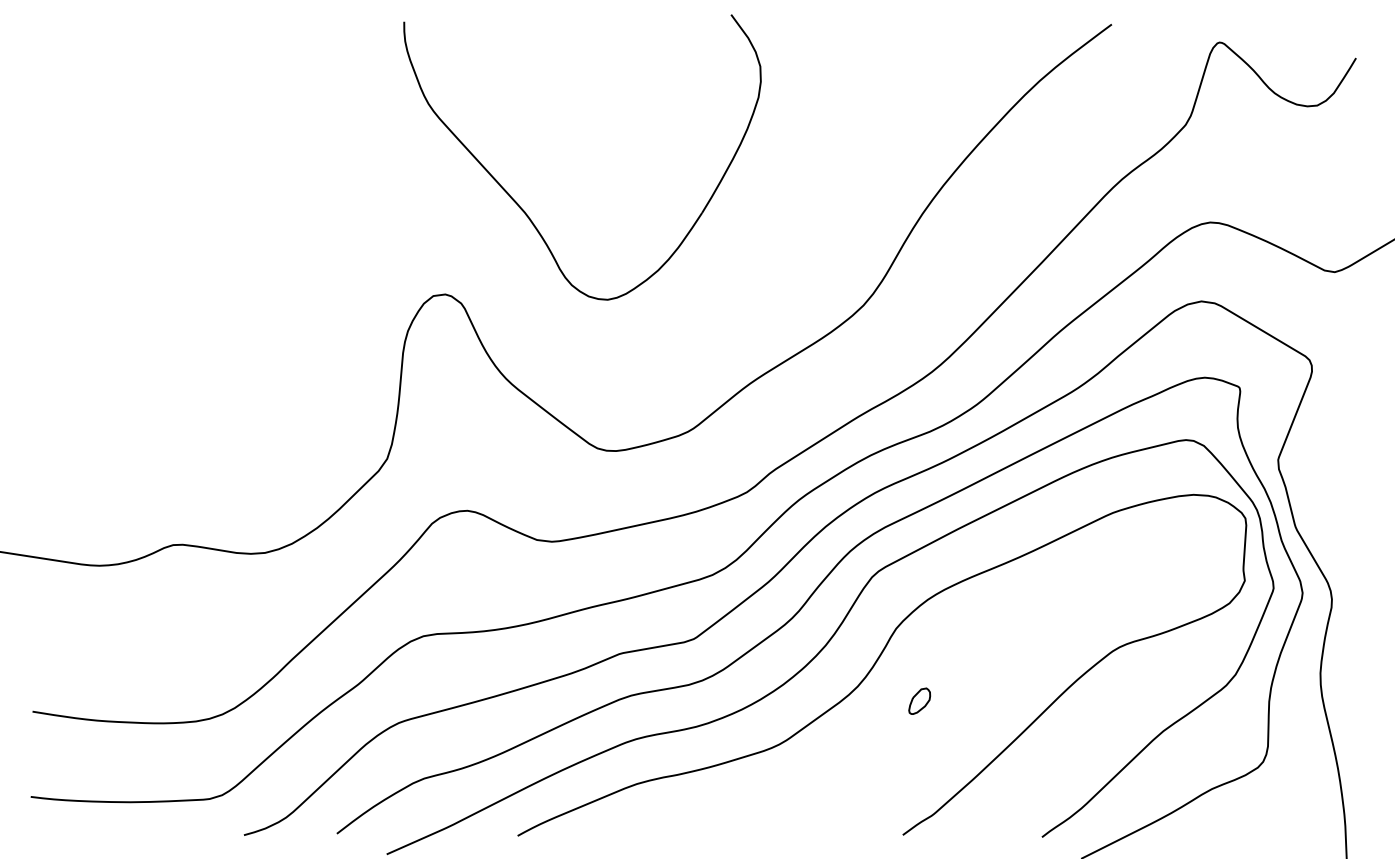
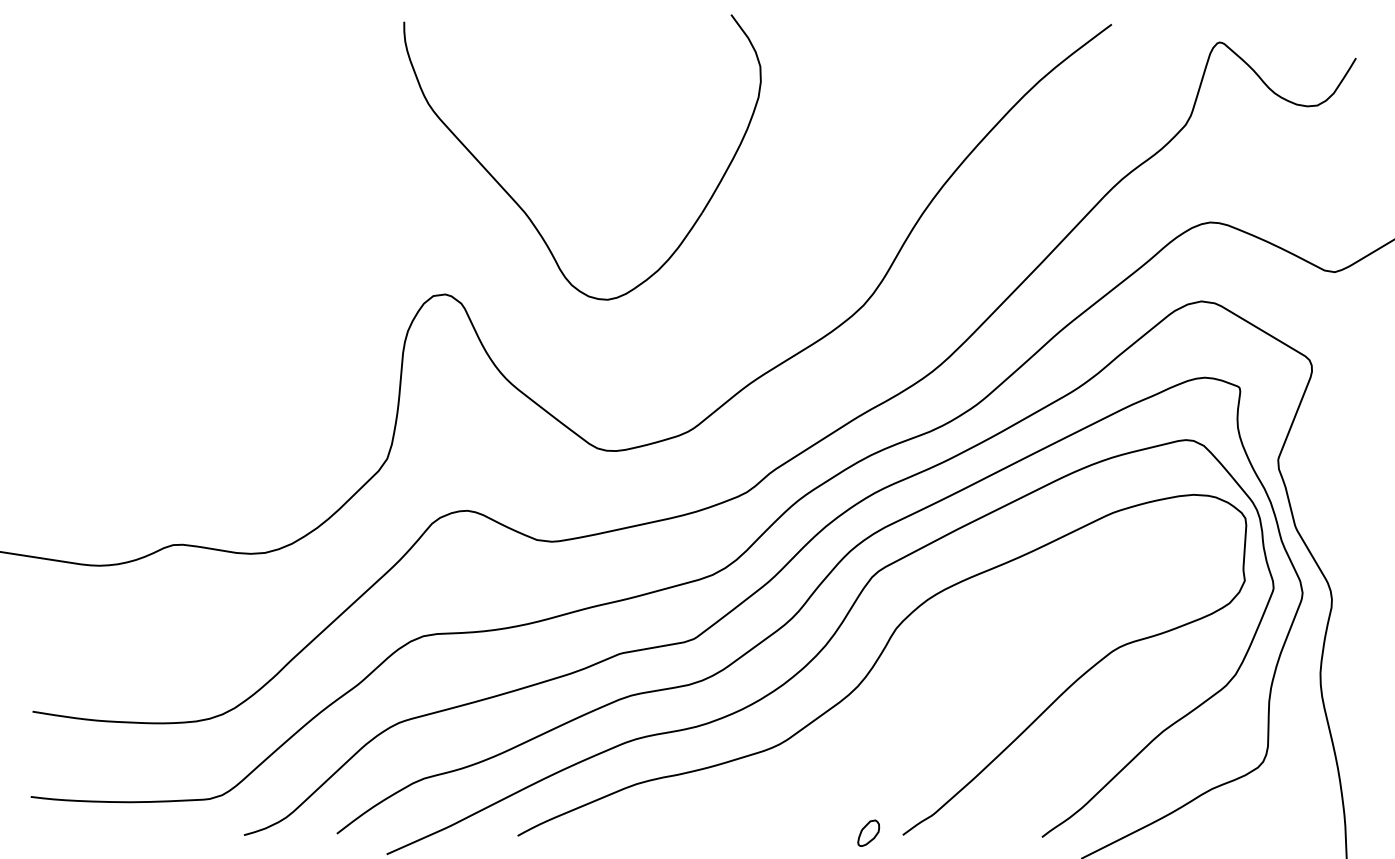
part at (919, 700) position: (919, 700) -> (868, 832)
